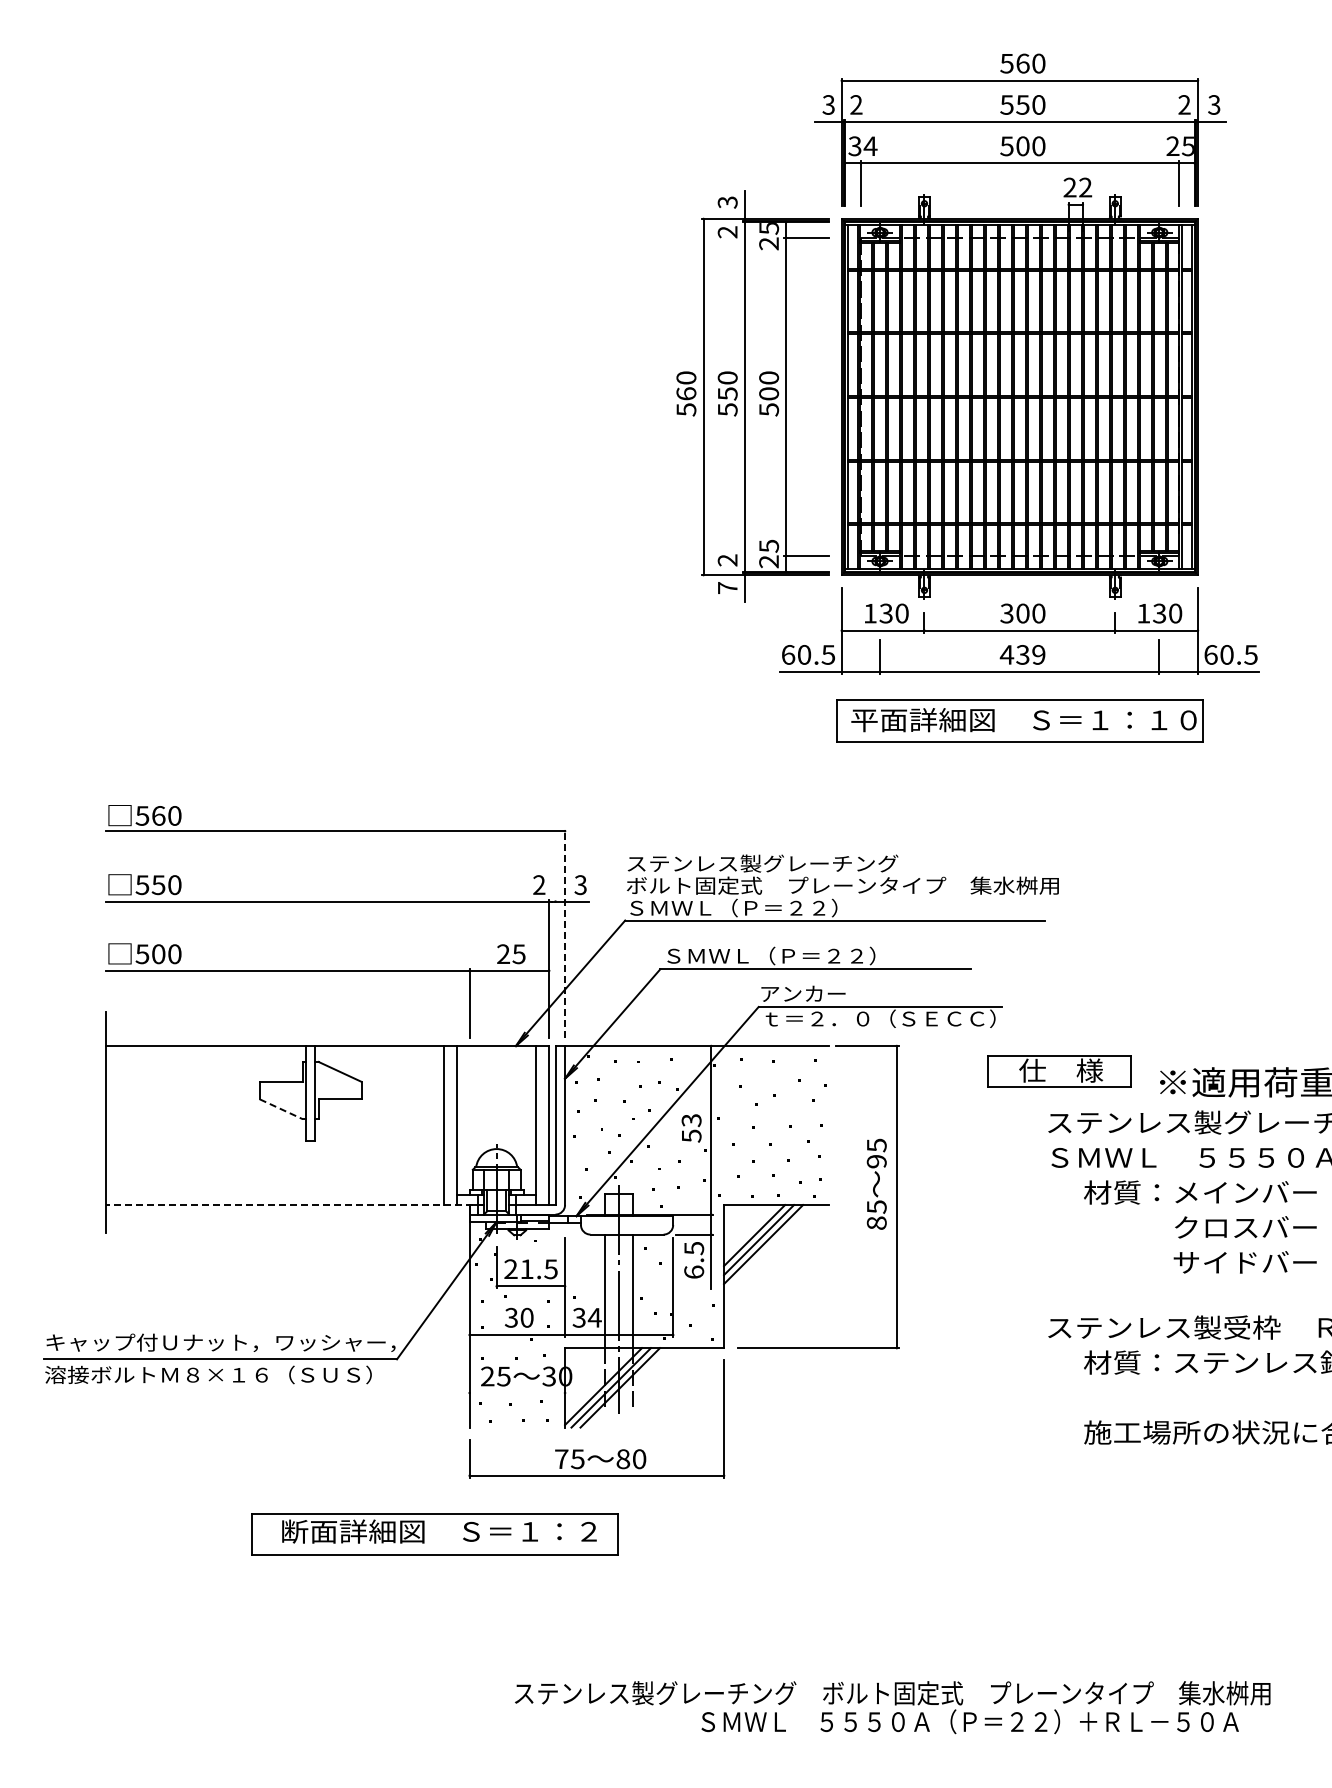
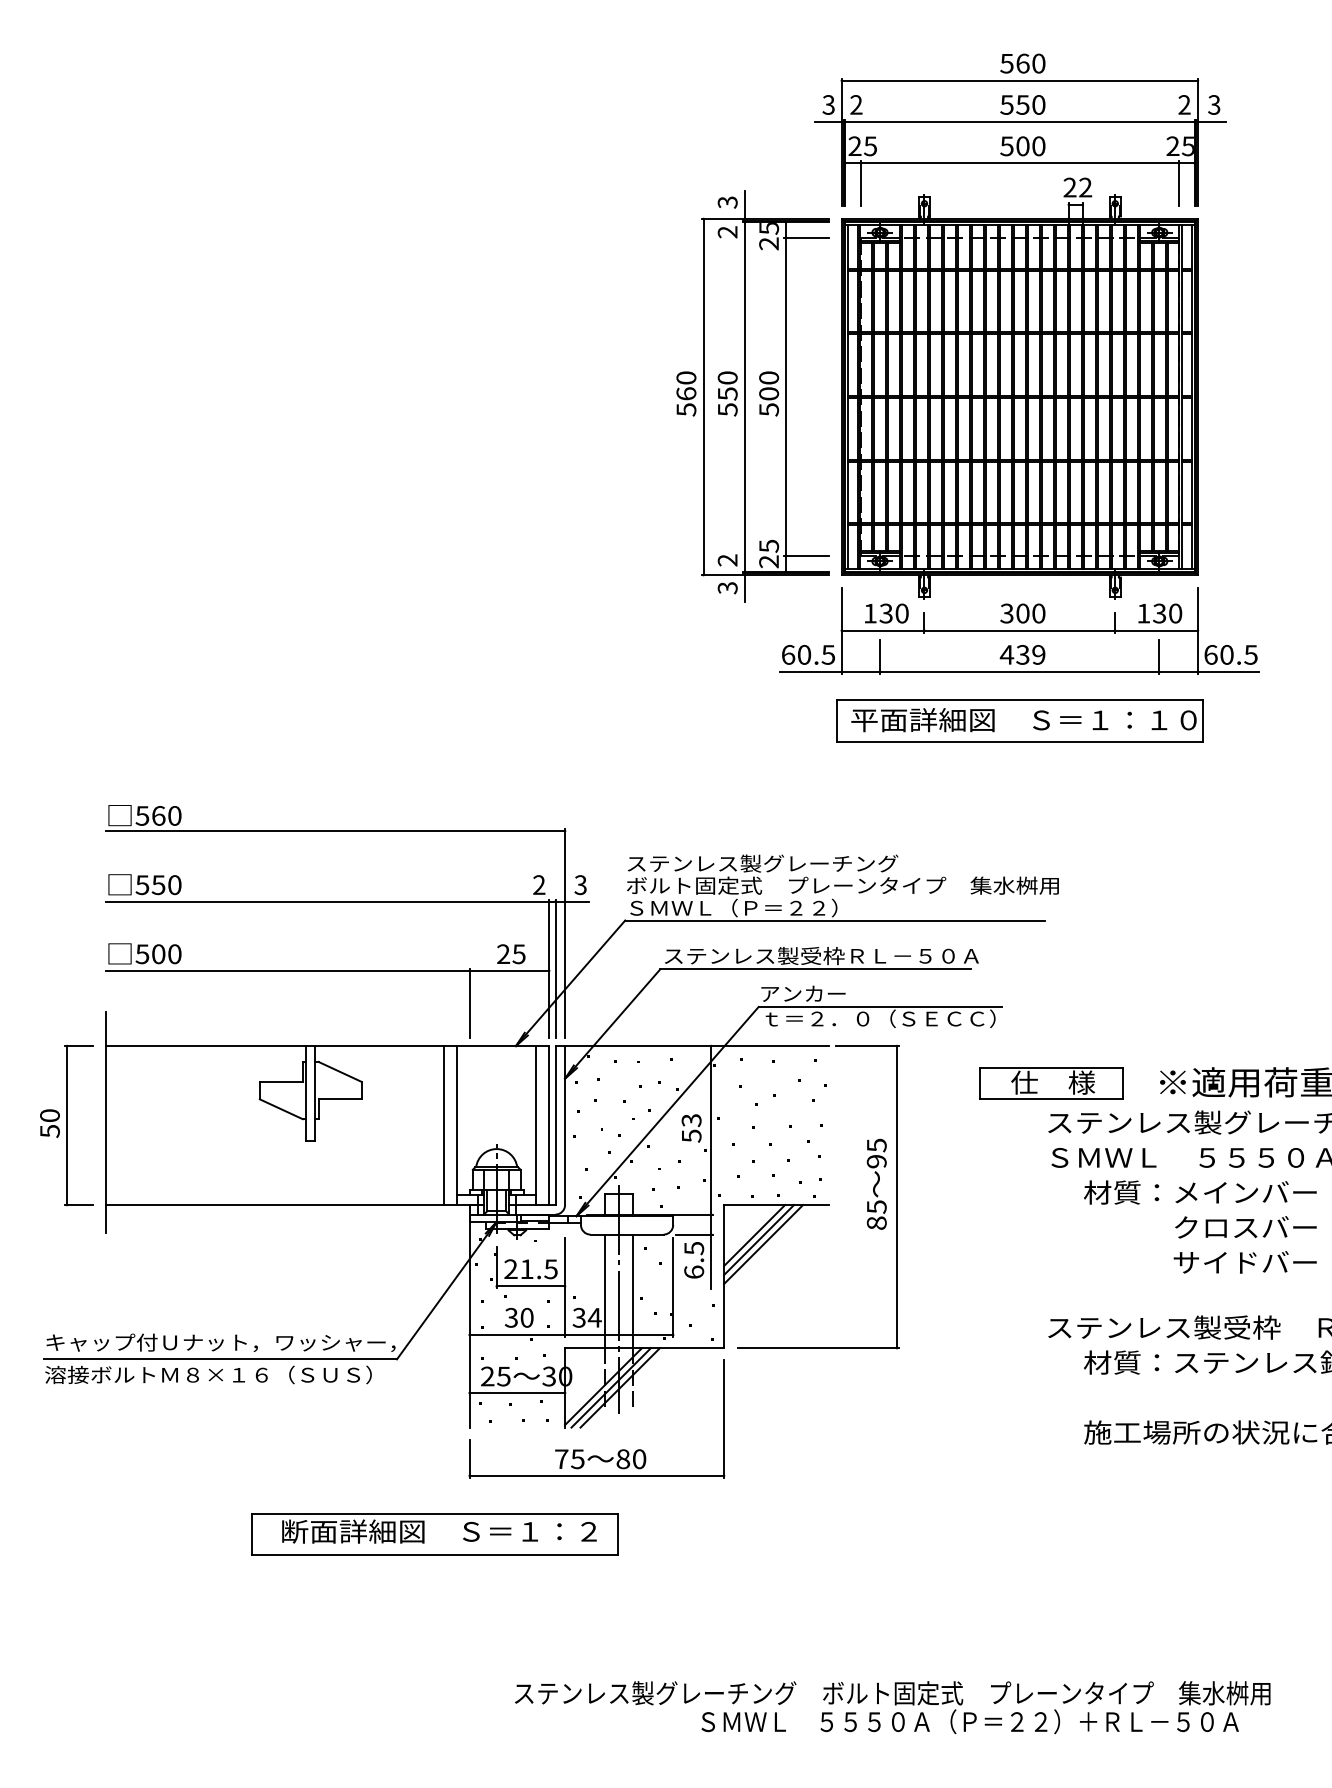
text at (862, 146): 34 -> 25
text at (727, 588): 7 -> 3
line at (565, 933): dashed -> solid
text at (821, 955): ＳＭＷＬ（Ｐ＝２２） -> ステンレス製受枠ＲＬ－５０Ａ
line at (555, 968): none -> present
part at (1059, 1071) position: (1059, 1071) -> (1051, 1083)
line at (281, 1109): dashed -> solid
part at (66, 1125): none -> present
line at (294, 1205): dashed -> solid
line at (517, 1393): none -> present
